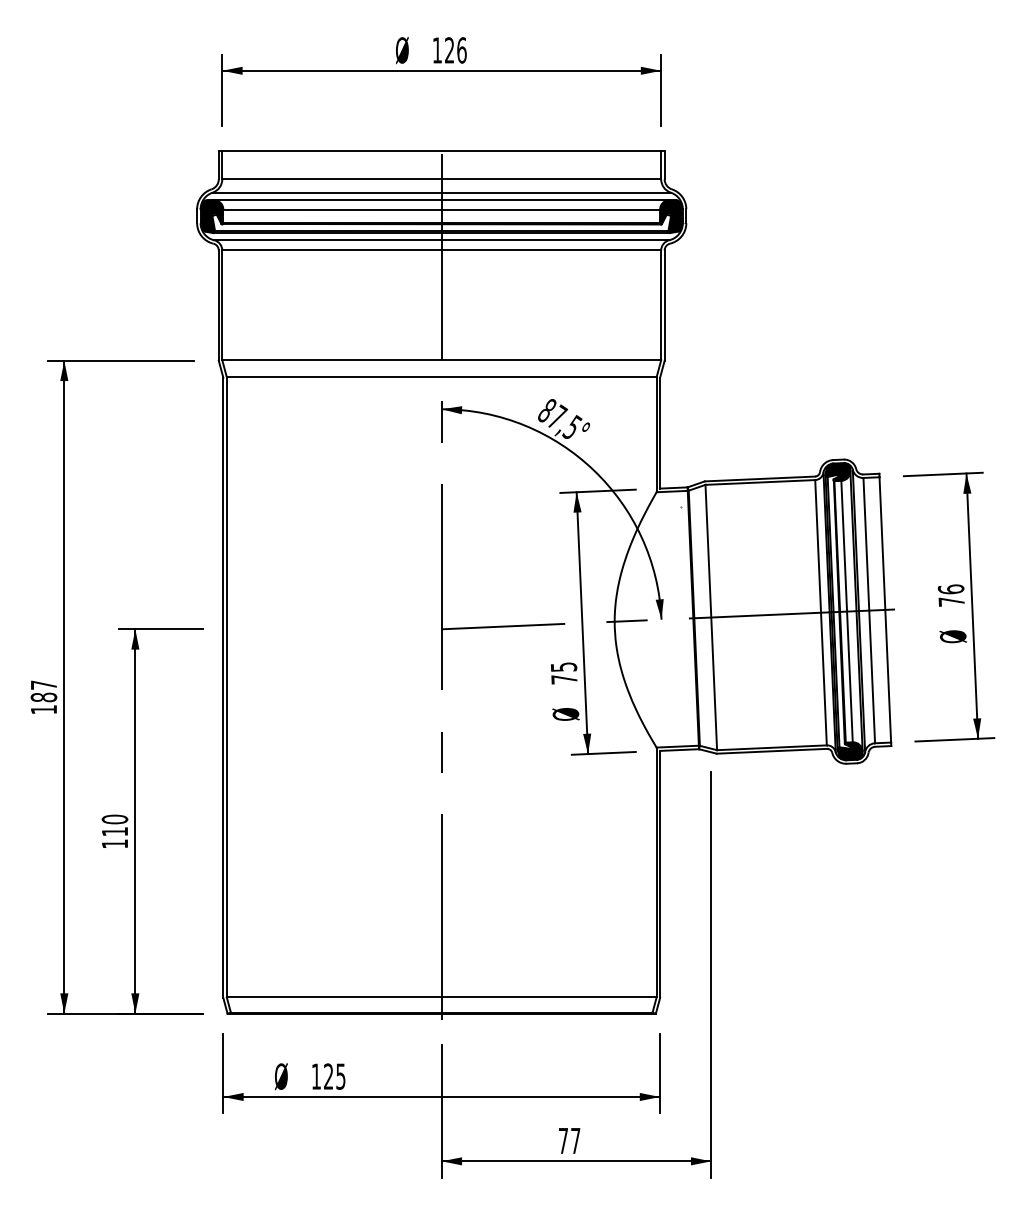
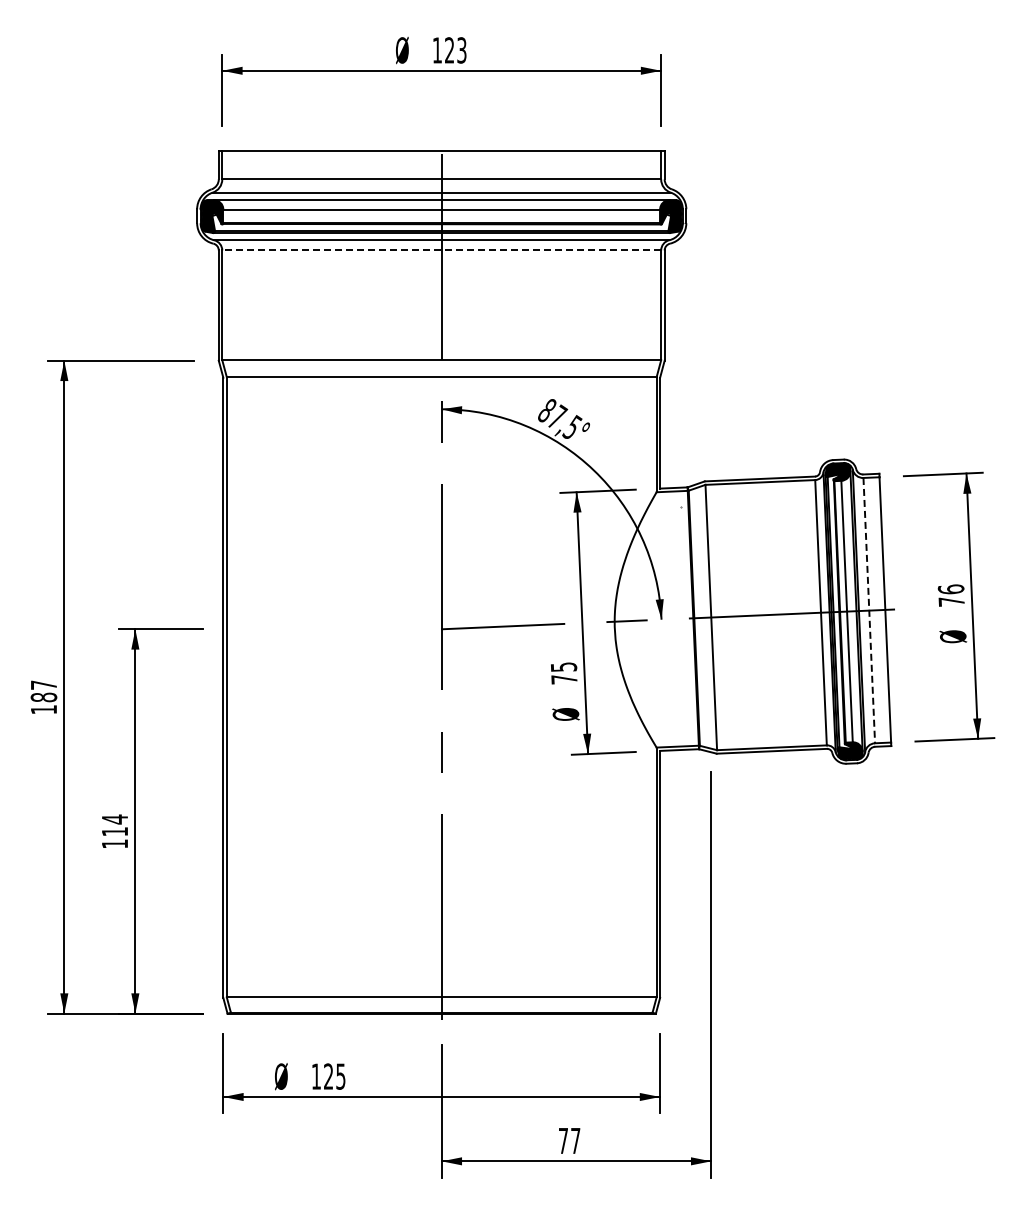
text at (461, 50): 126 -> 123
line at (441, 250): solid -> dashed
line at (869, 610): solid -> dashed
text at (114, 819): 110 -> 114
